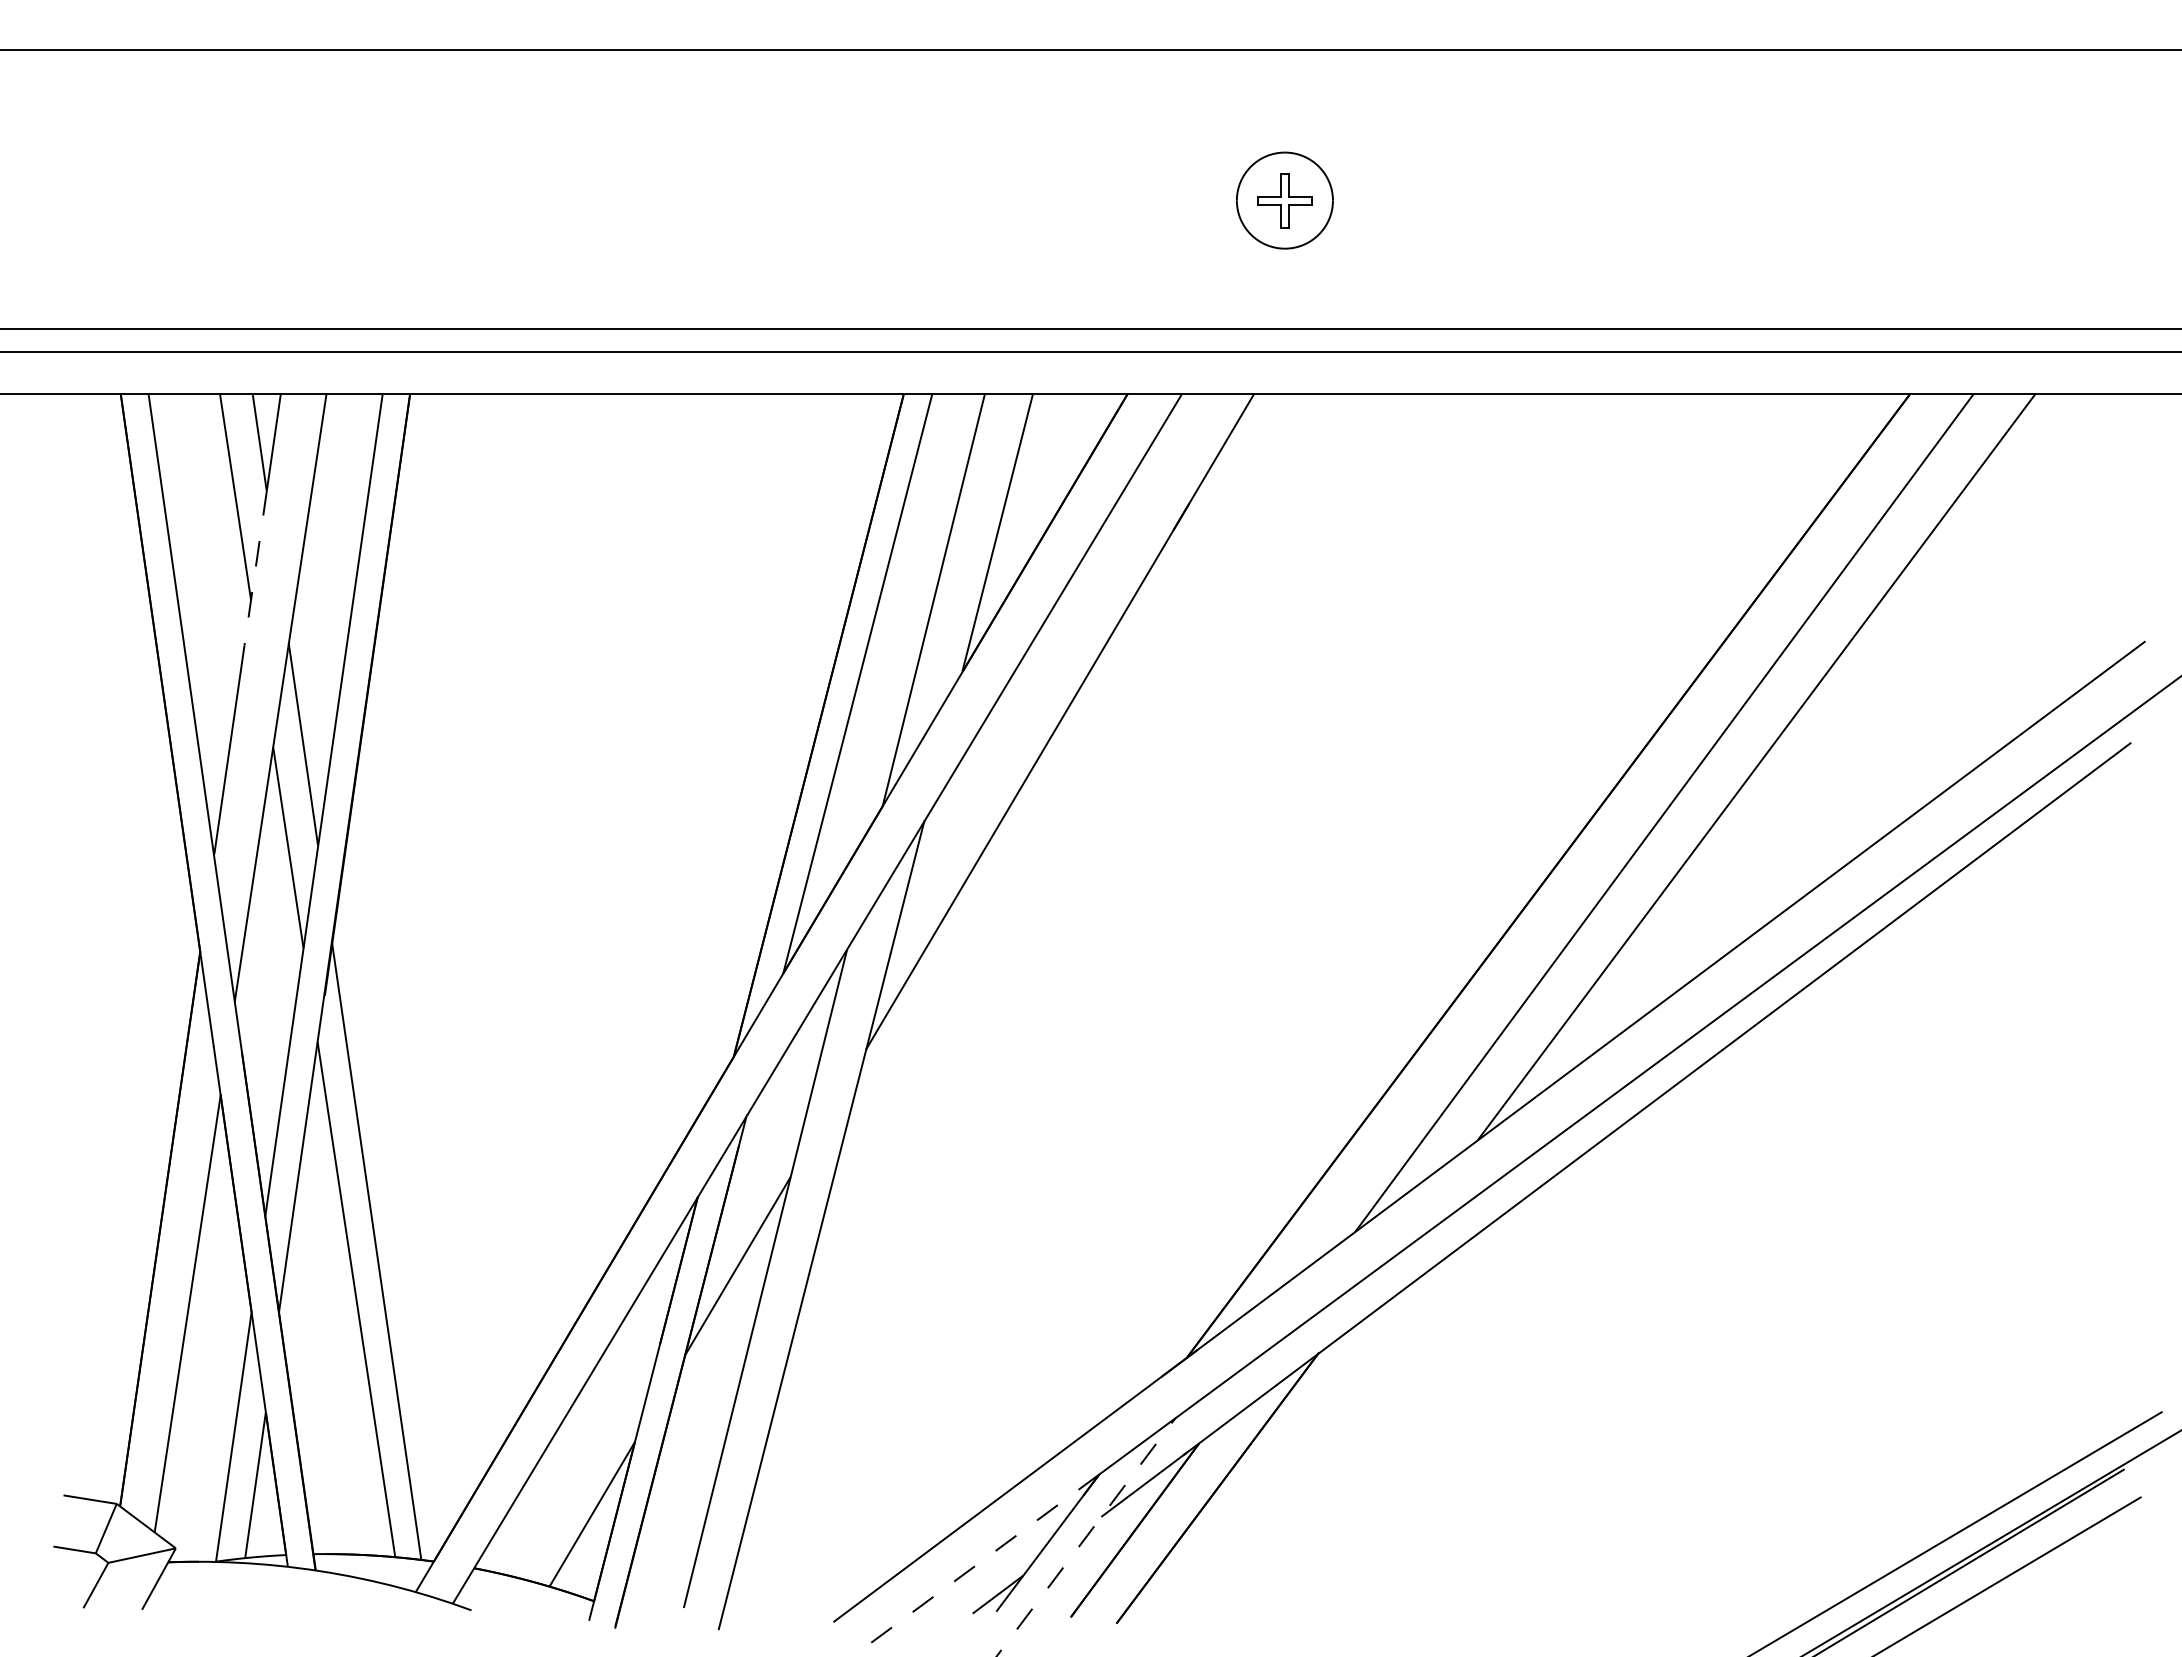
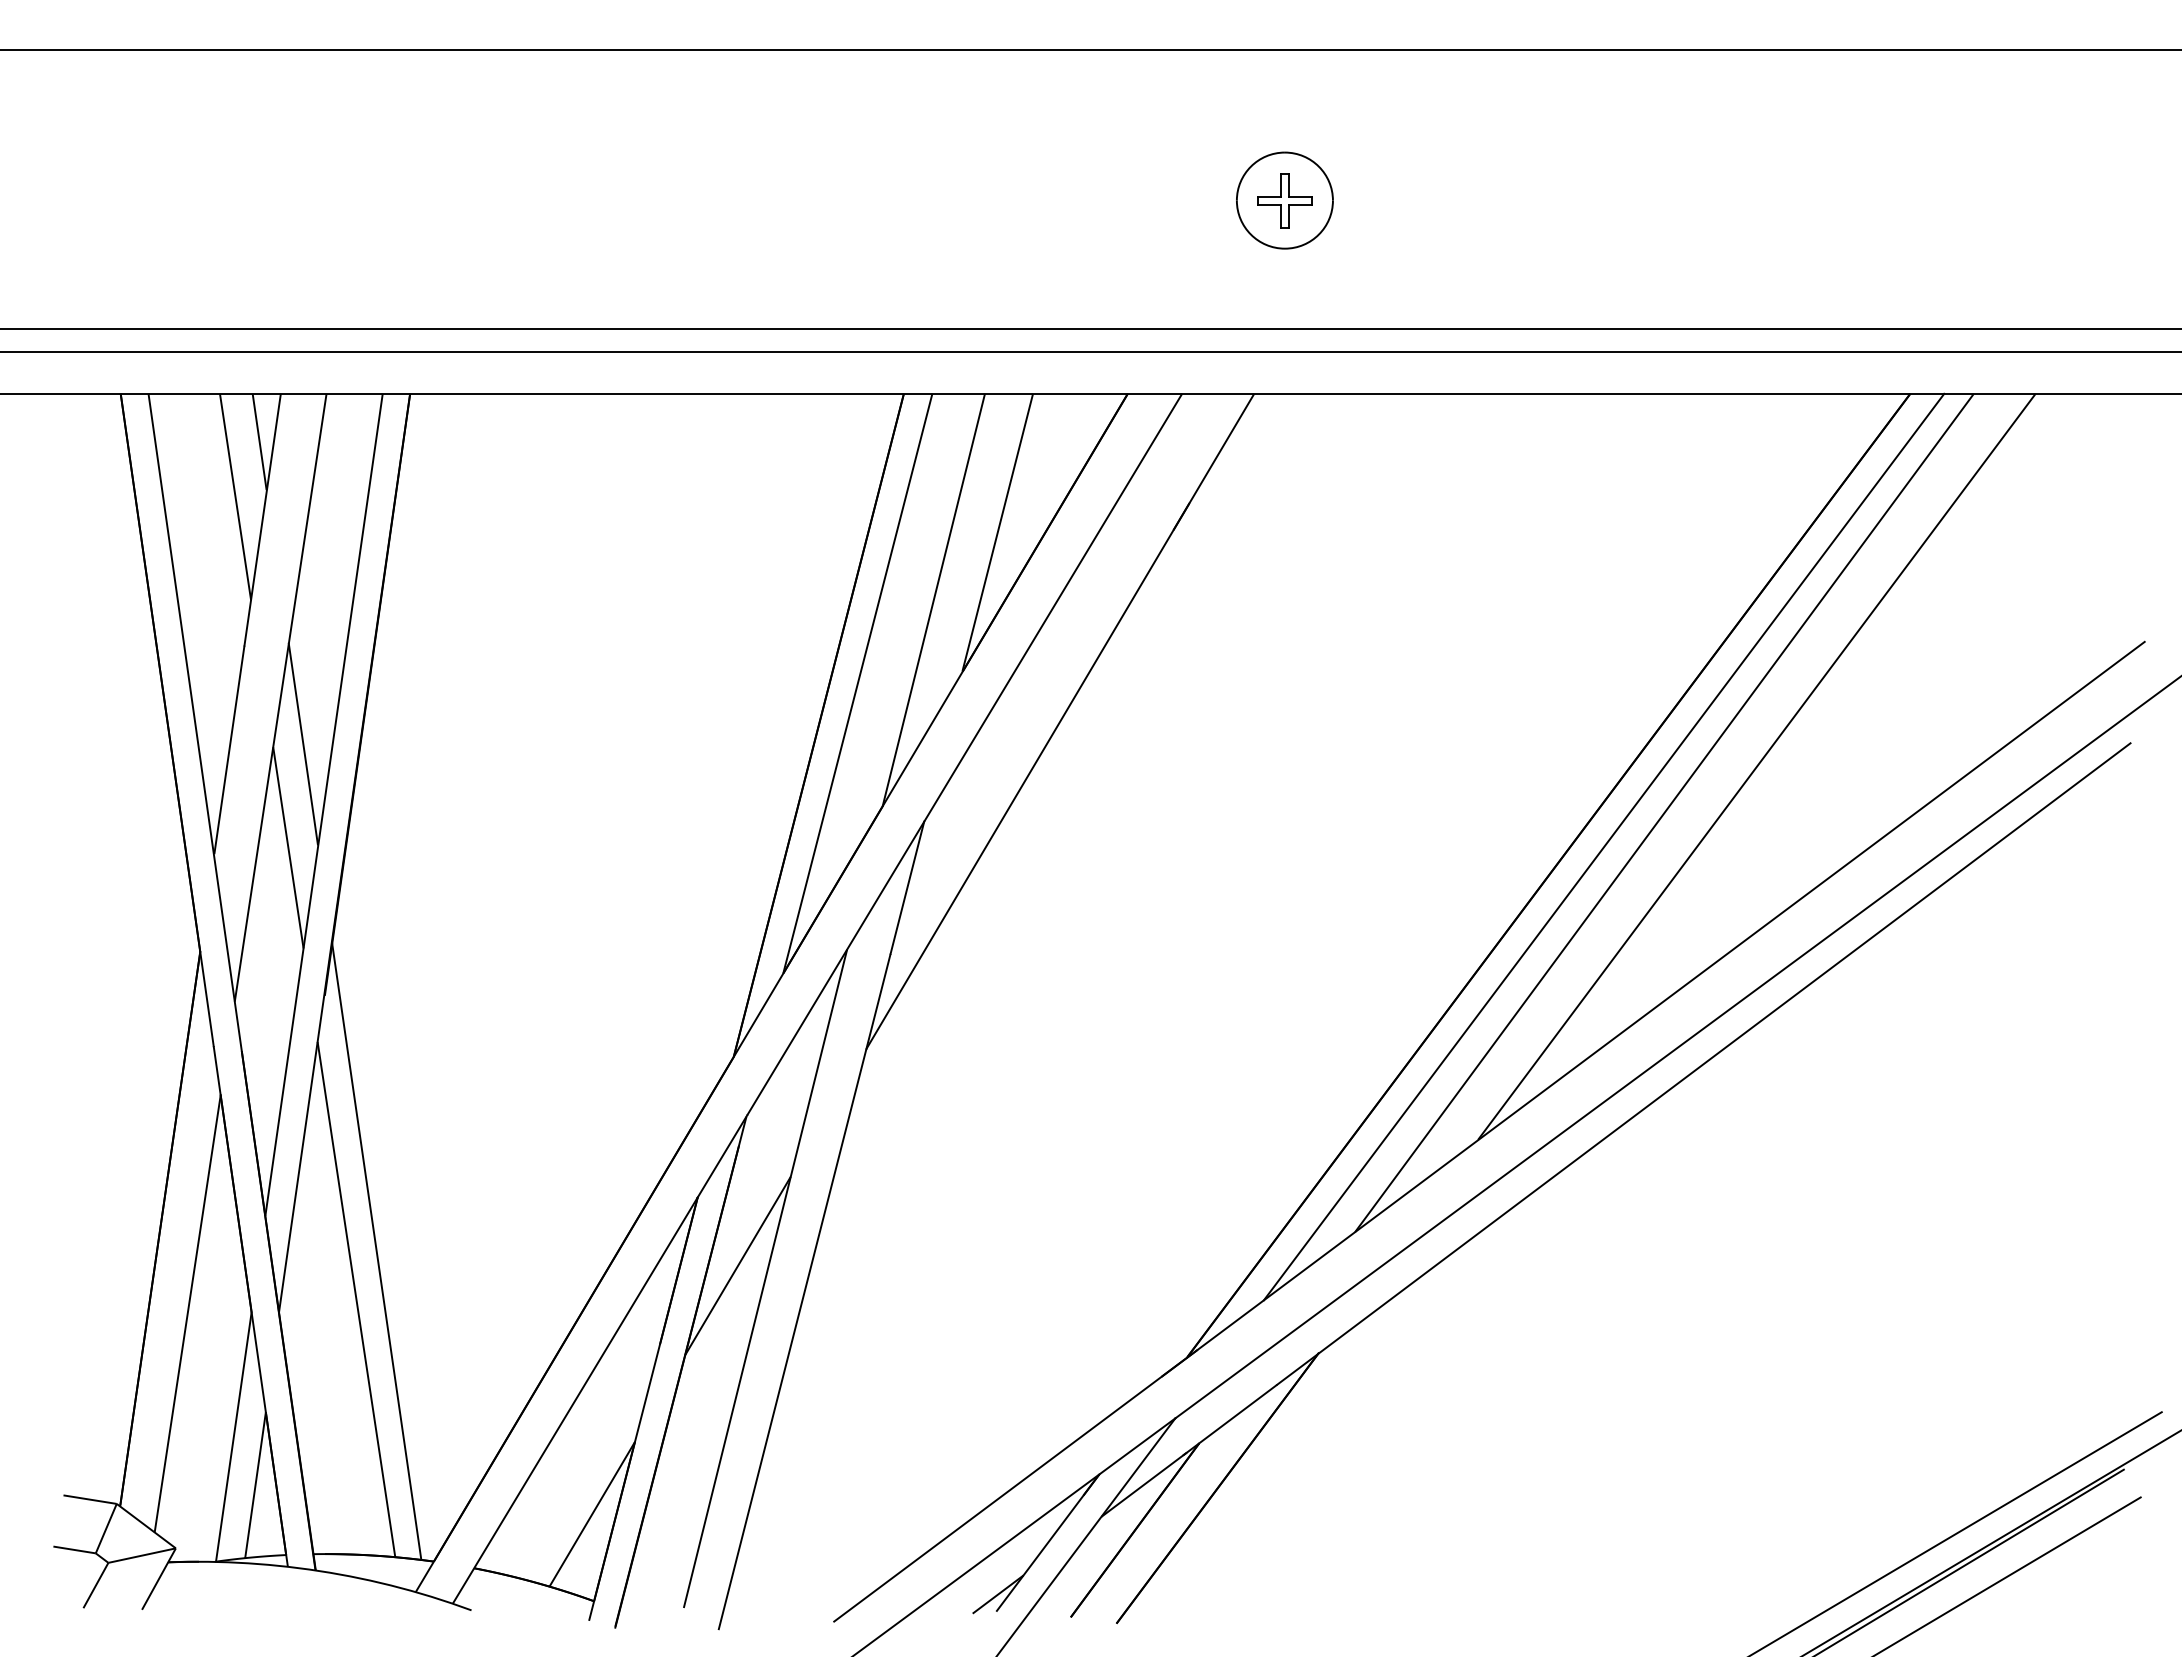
line at (255, 567): dashed -> solid
line at (1603, 846): none -> present
line at (1085, 1537): dashed -> solid
line at (975, 1565): dashed -> solid
